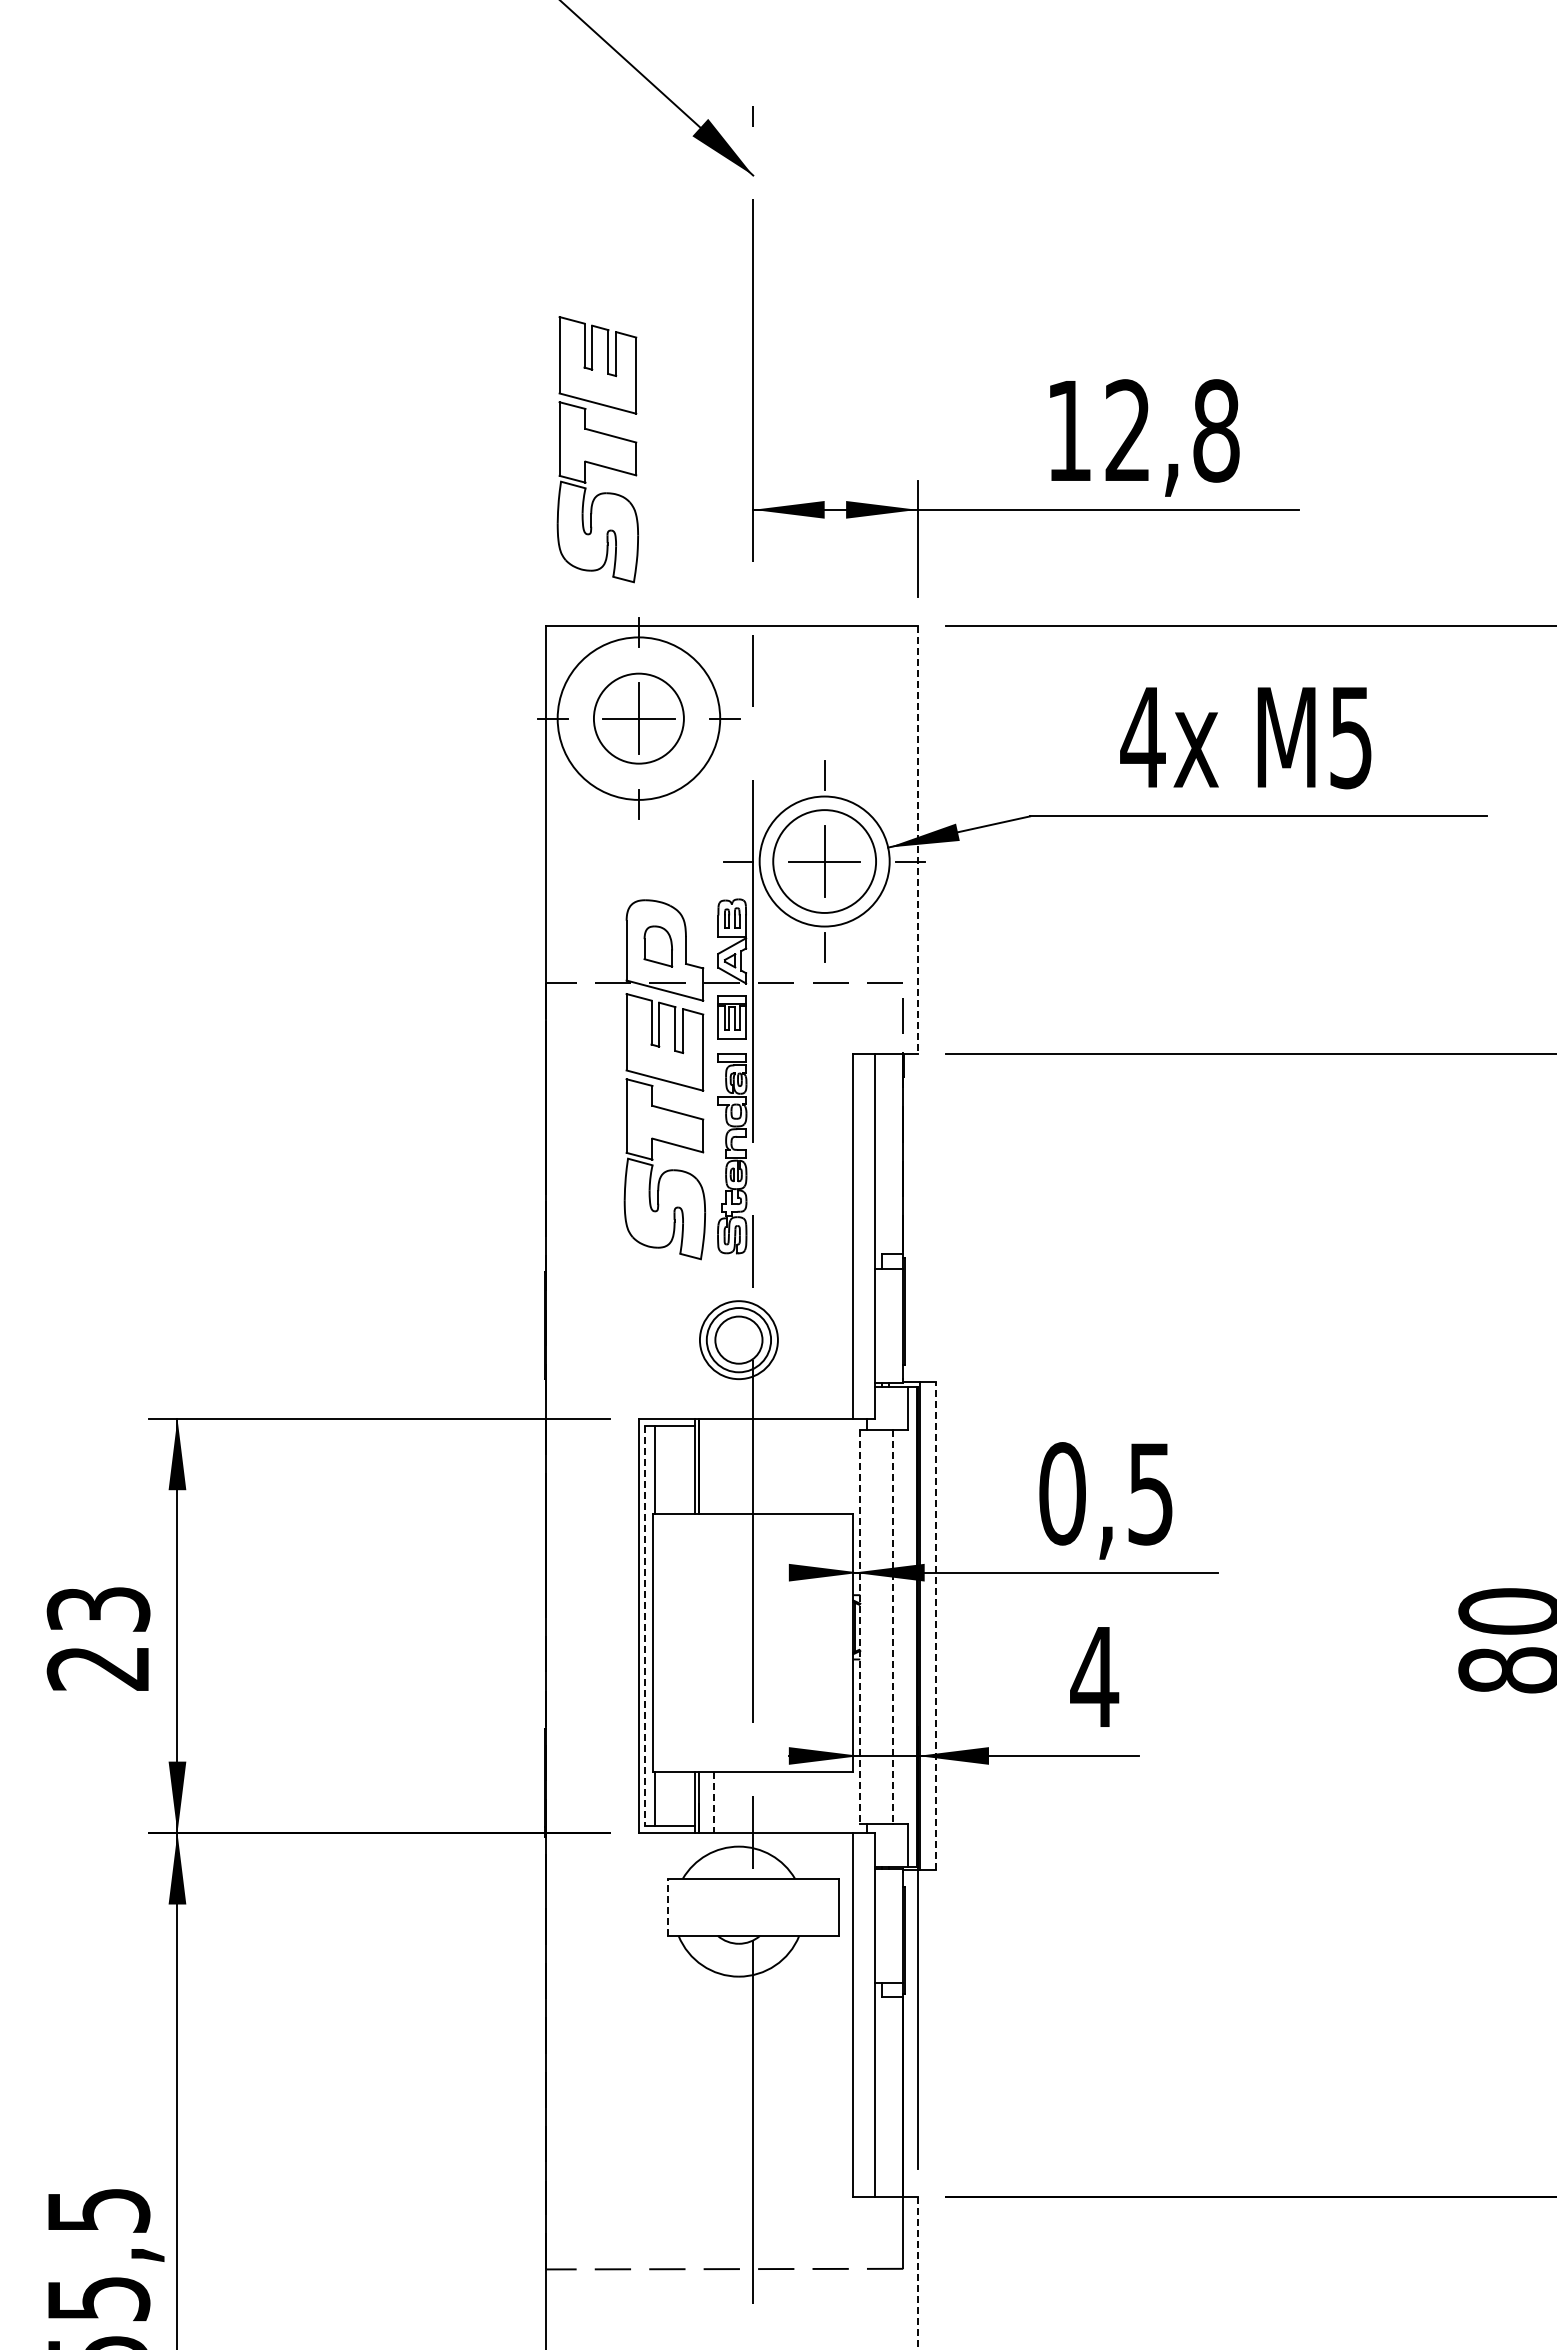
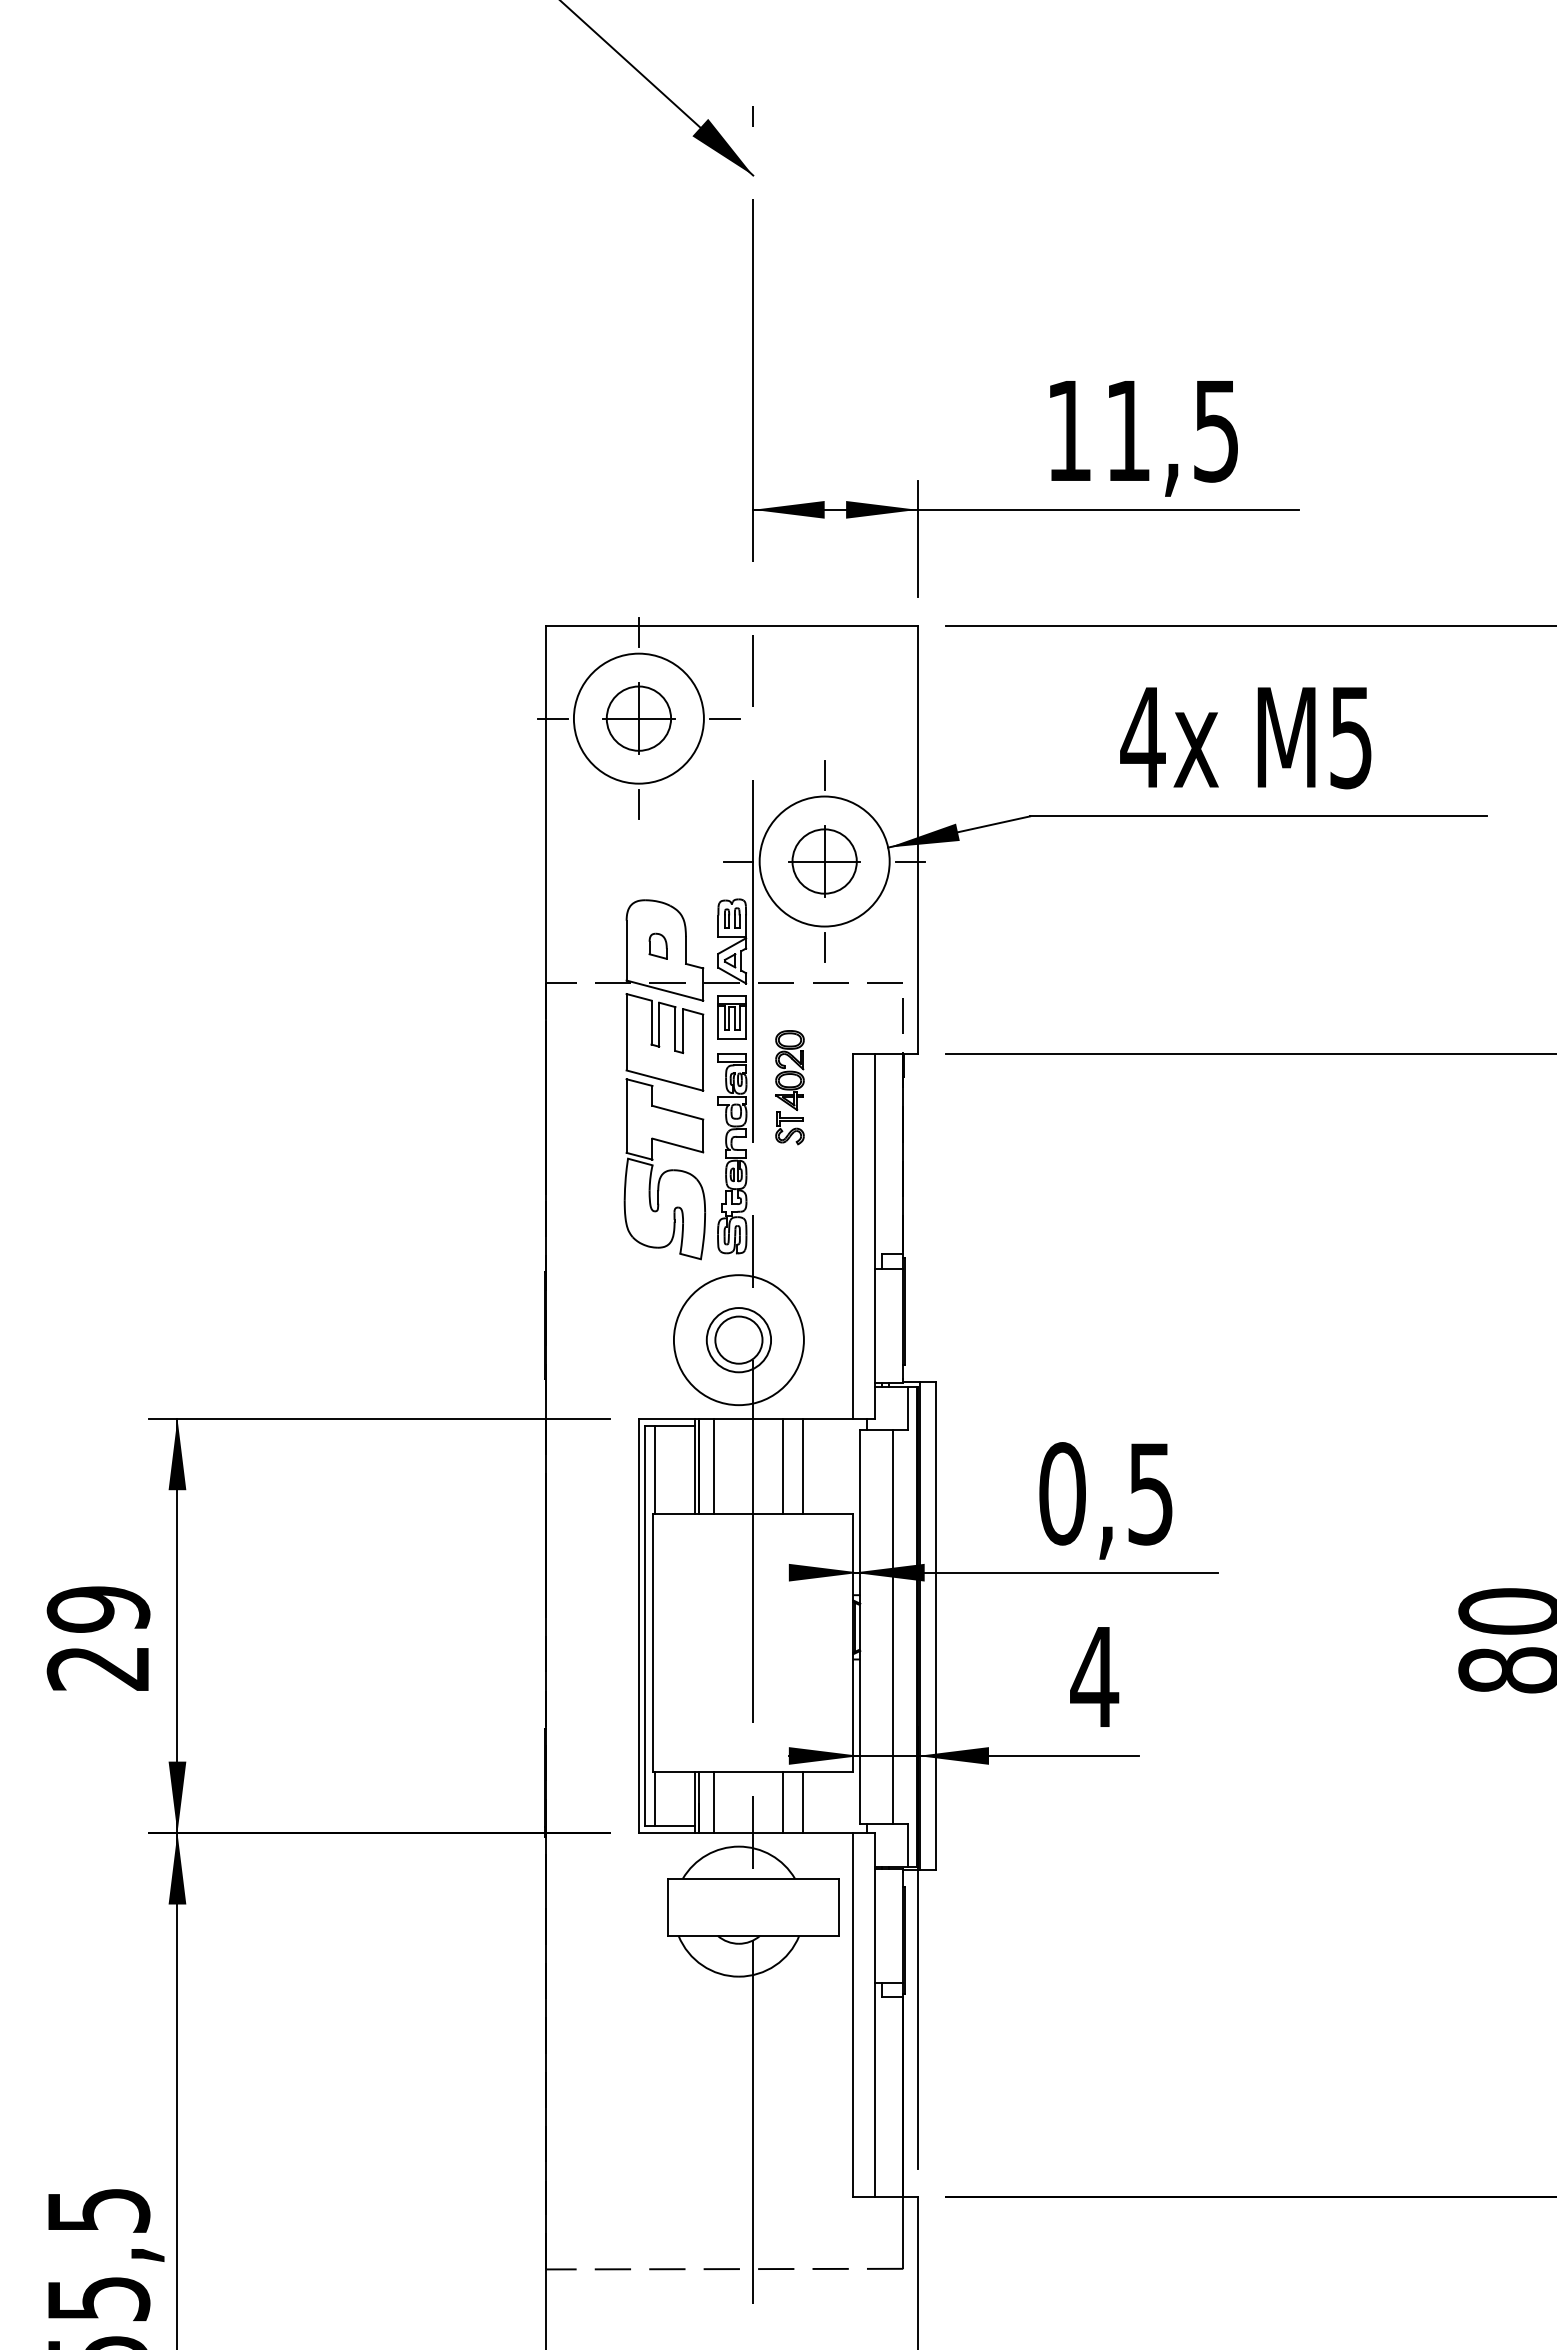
text at (1172, 430): 12,8 -> 11,5
part at (597, 449): present -> none
circle at (638, 718) diameter: 163 px -> 130 px
circle at (638, 718) diameter: 90 px -> 64 px
line at (917, 840): dashed -> solid
circle at (824, 861) diameter: 103 px -> 64 px
part at (658, 946) size: 31x43 px -> 20x28 px
part at (789, 1087): none -> present
circle at (738, 1340) diameter: 78 px -> 130 px
line at (713, 1466): none -> present
line at (782, 1466): none -> present
line at (803, 1466): none -> present
text at (98, 1609): 23 -> 29
line at (935, 1625): dashed -> solid
line at (644, 1626): dashed -> solid
line at (860, 1627): dashed -> solid
line at (893, 1627): dashed -> solid
line at (713, 1802): dashed -> solid
line at (782, 1802): none -> present
line at (803, 1802): none -> present
line at (667, 1907): dashed -> solid
line at (917, 2273): dashed -> solid
